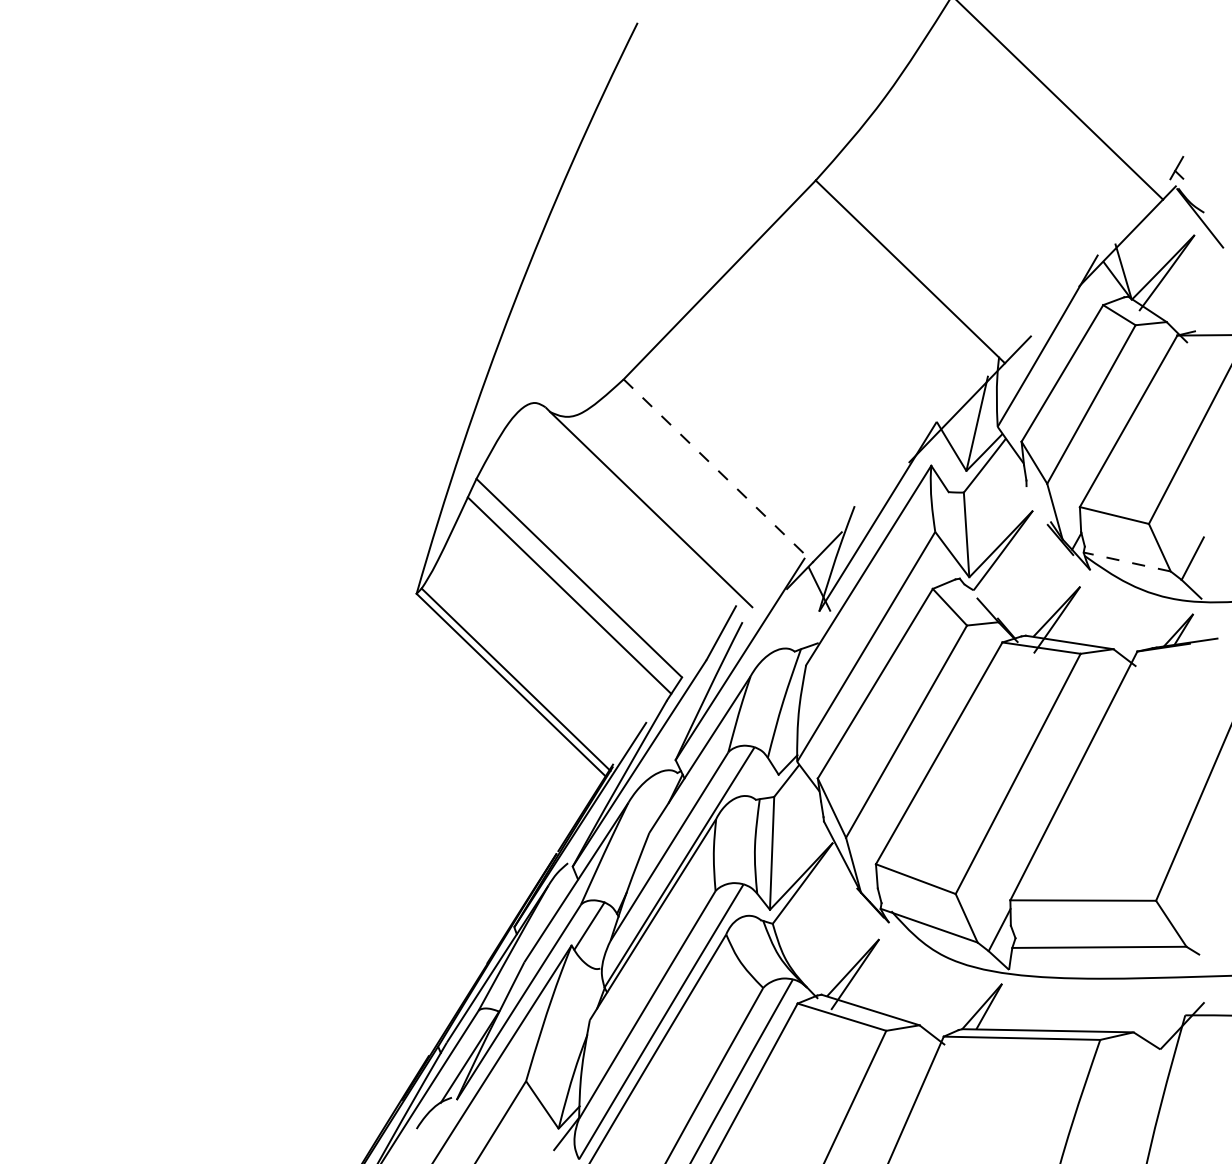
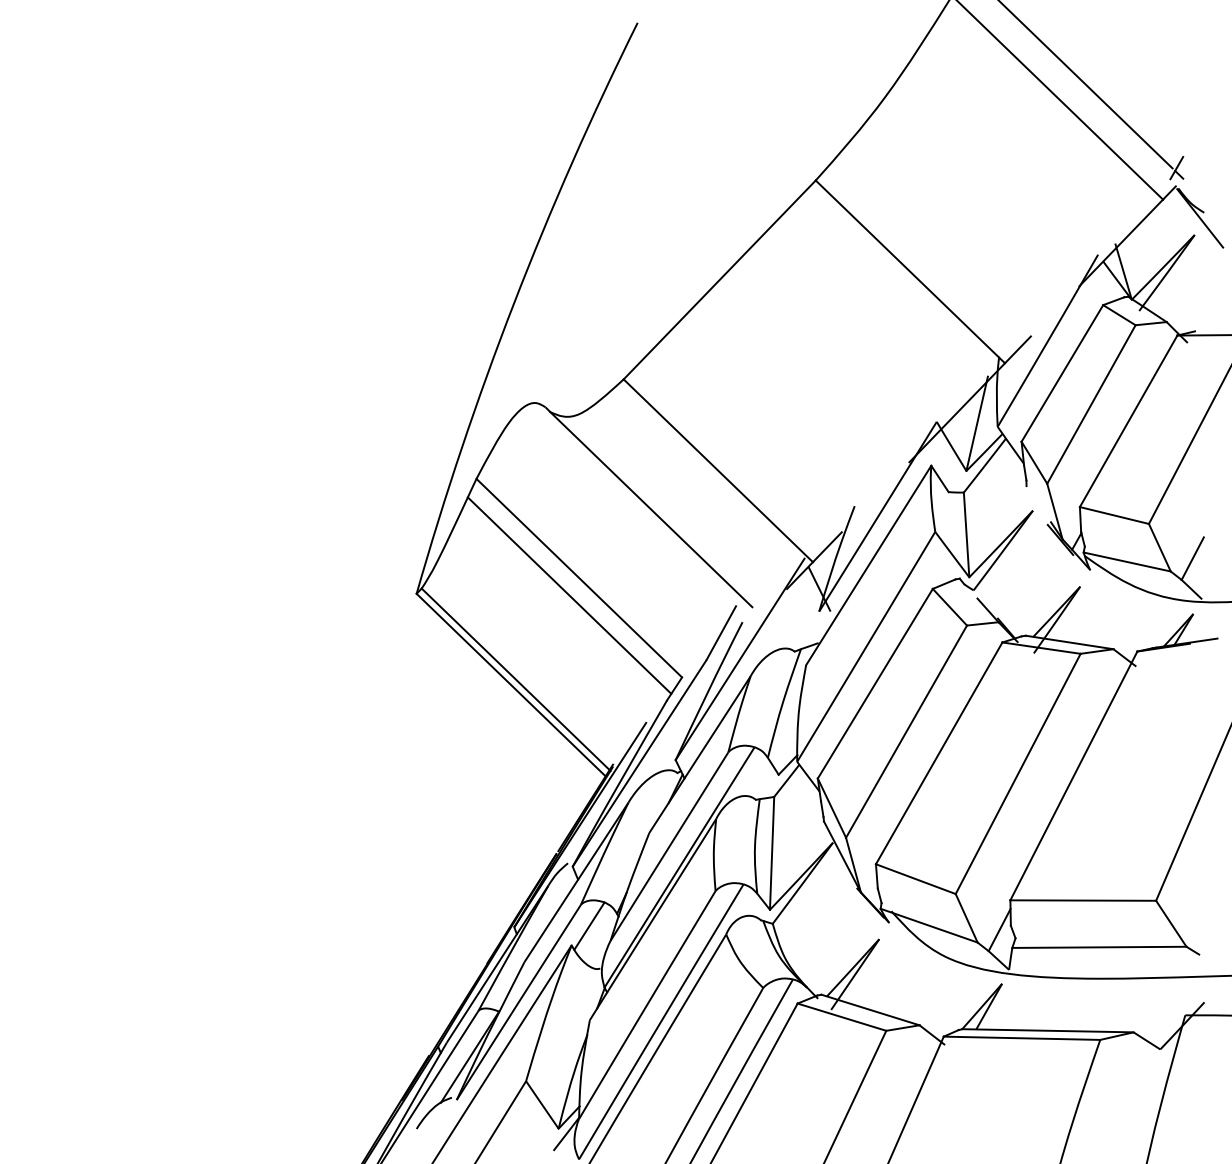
line at (1086, 85): none -> present
line at (718, 470): dashed -> solid
line at (1127, 562): dashed -> solid
